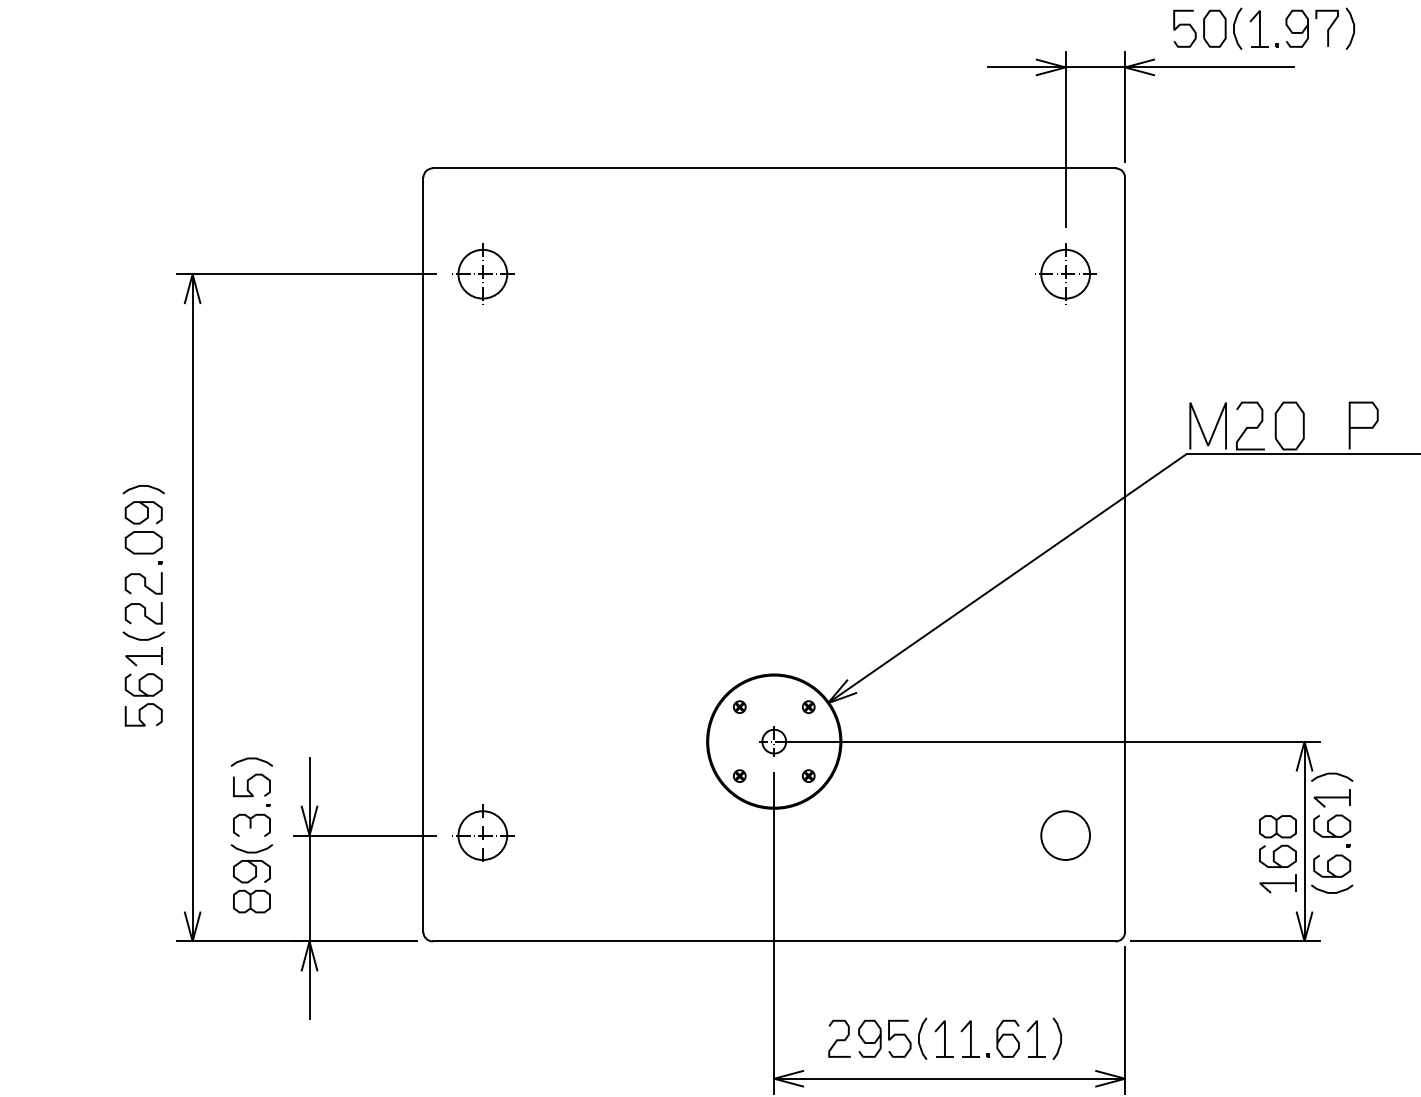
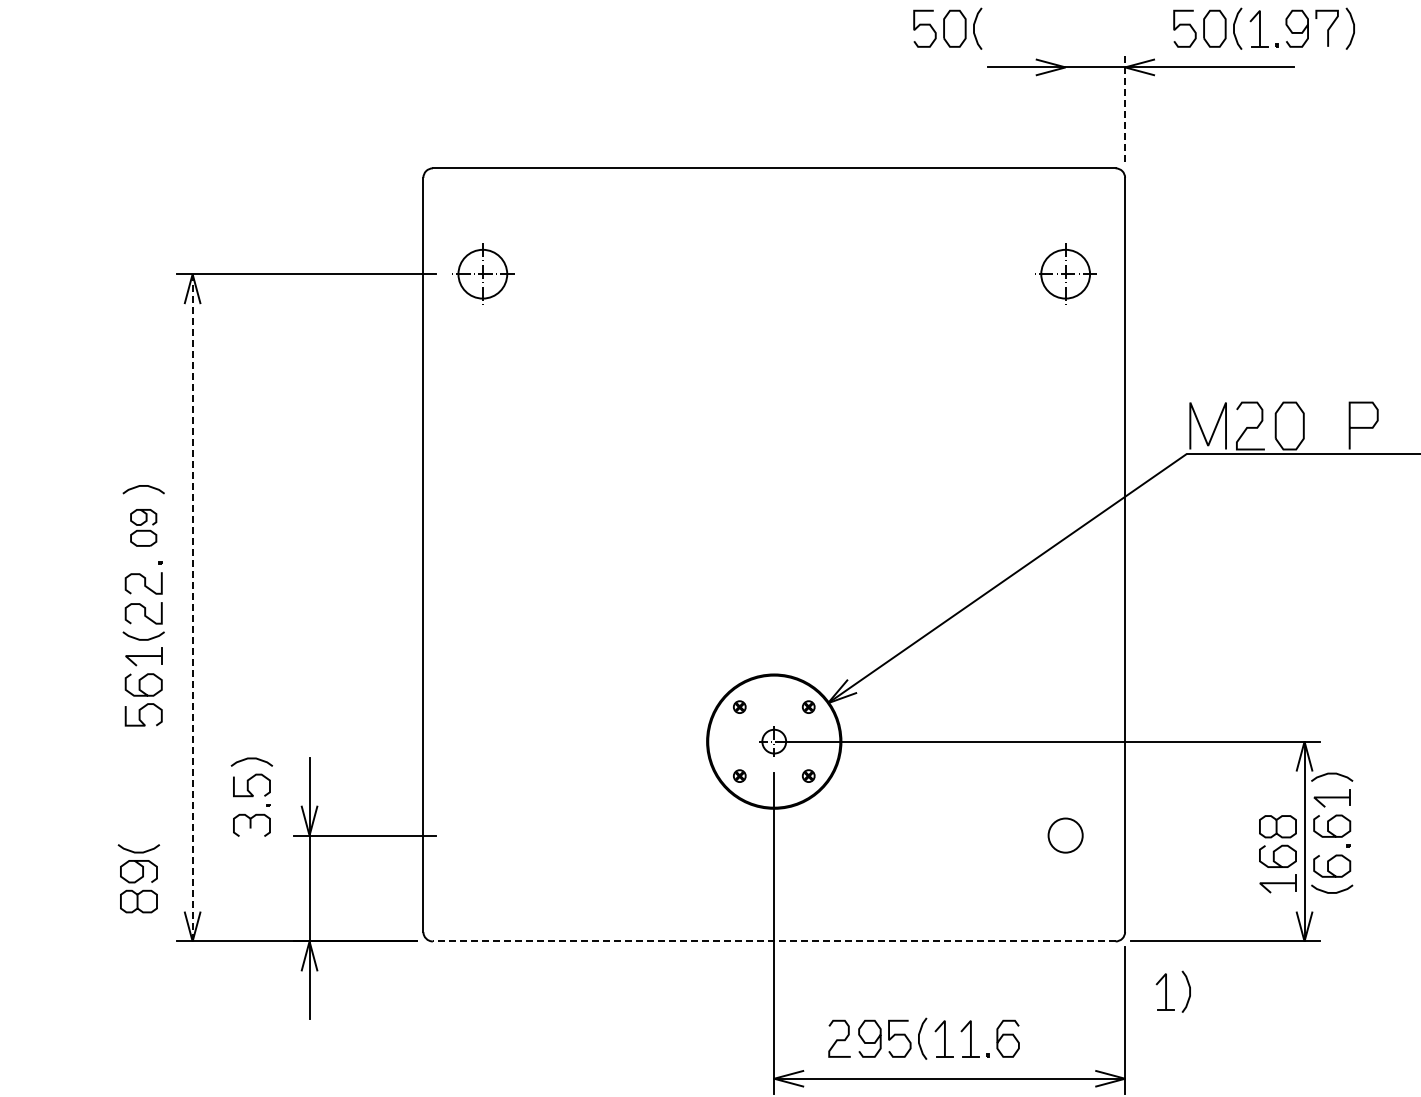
part at (947, 28): none -> present
line at (1125, 106): solid -> dashed
line at (1065, 139): present -> none
part at (143, 527) size: 39x54 px -> 28x38 px
line at (192, 607): solid -> dashed
part at (483, 832): present -> none
circle at (1065, 835) diameter: 49 px -> 34 px
part at (251, 878) position: (251, 878) -> (138, 878)
line at (773, 941): solid -> dashed
part at (1043, 1038) position: (1043, 1038) -> (1172, 991)
